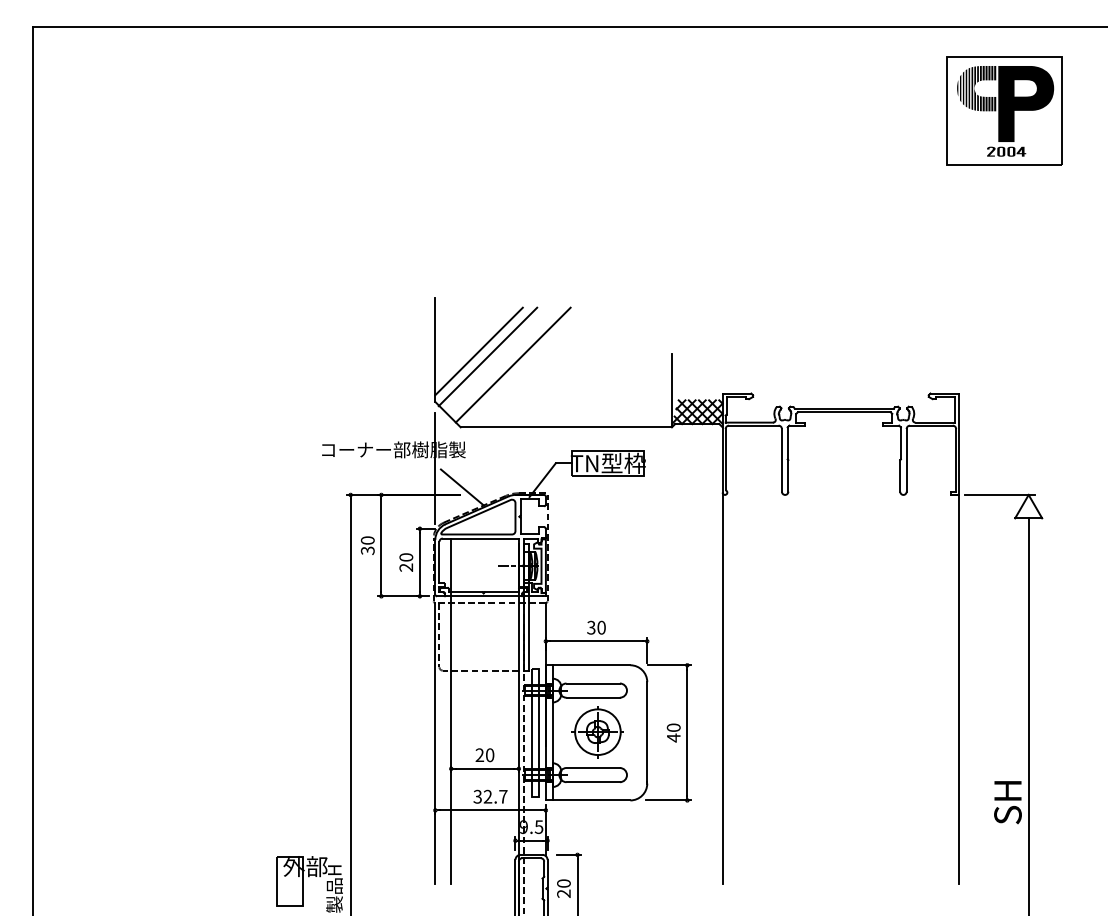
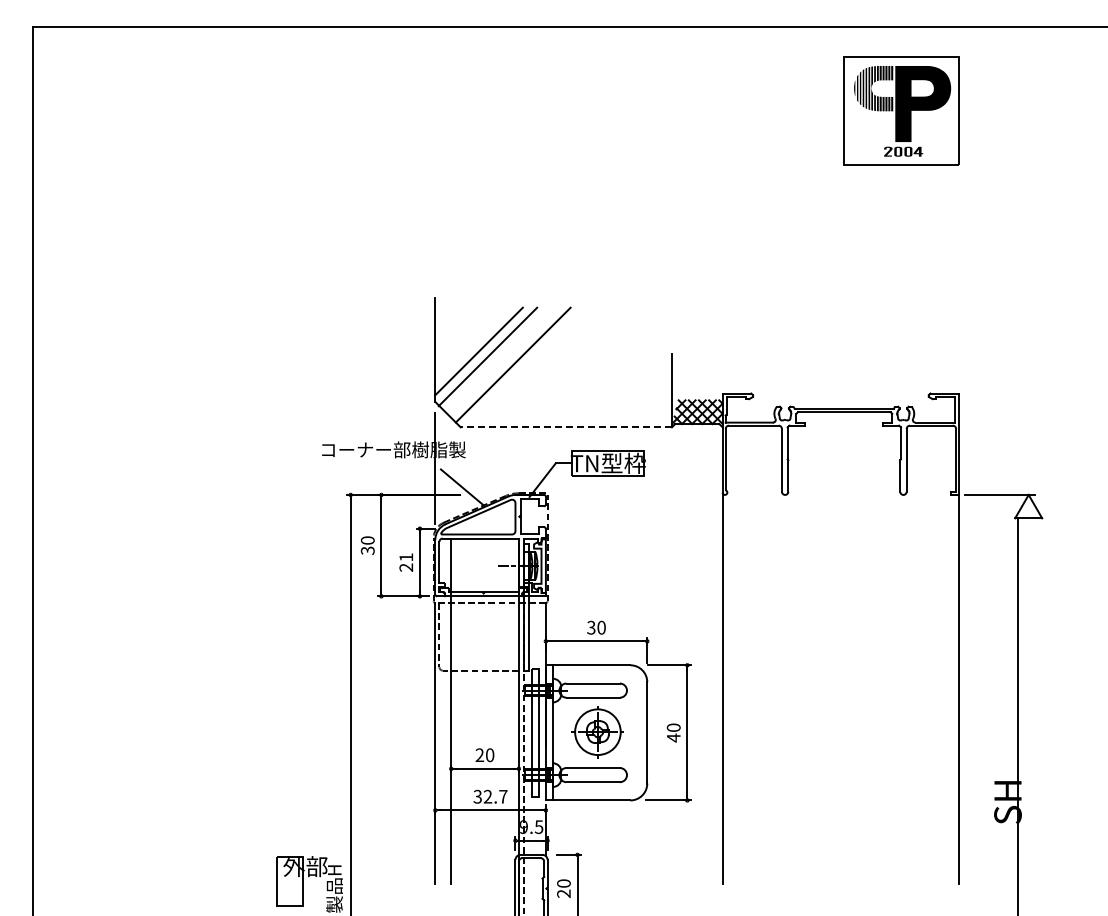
part at (1004, 110) position: (1004, 110) -> (901, 110)
line at (566, 427): solid -> dashed
text at (406, 557): 20 -> 21
line at (1028, 715) position: (1028, 715) -> (1017, 715)
